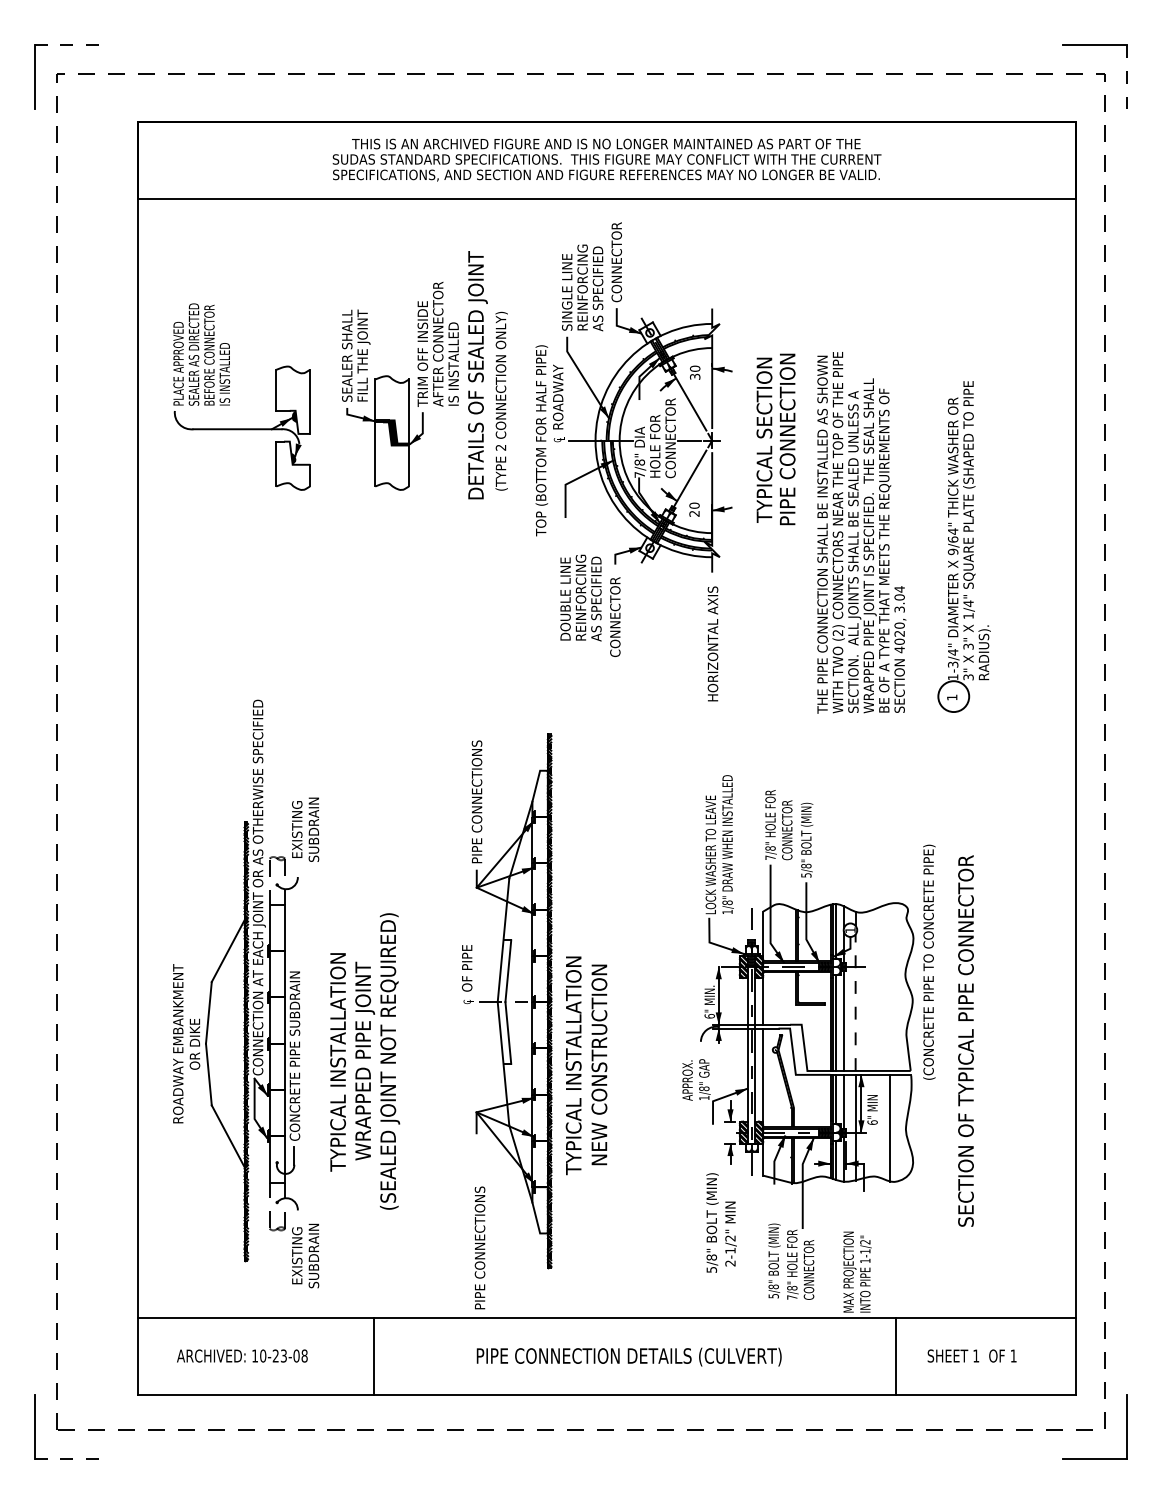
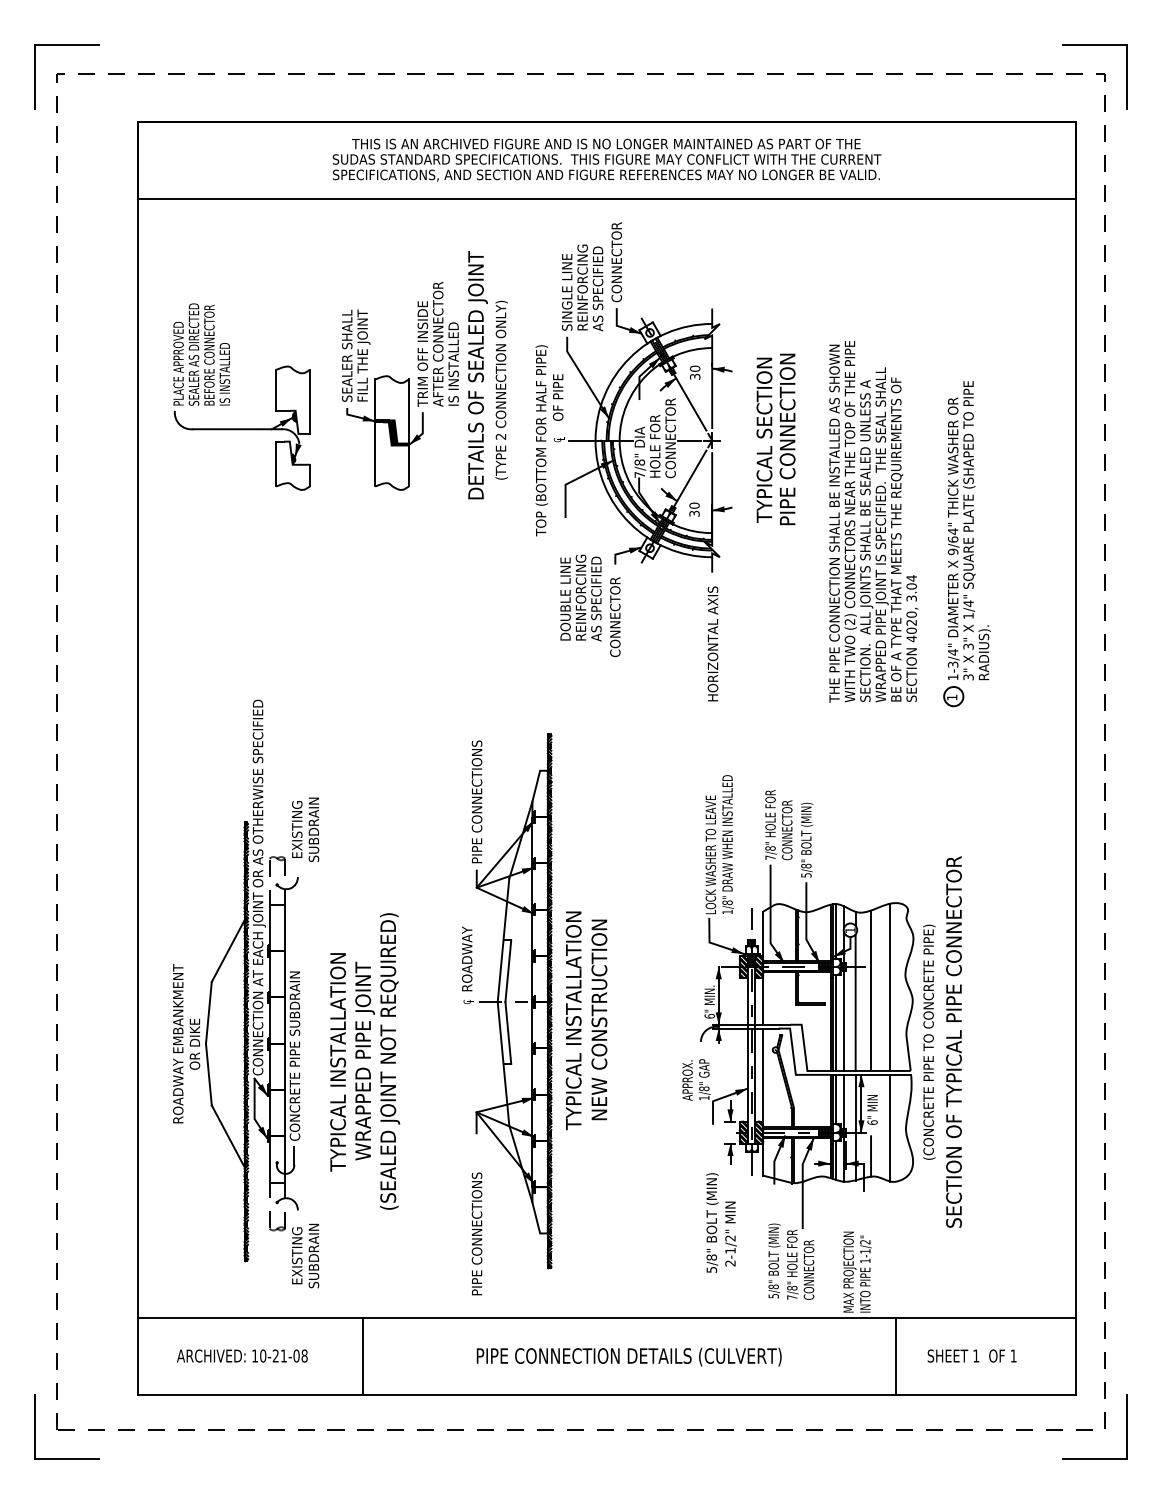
line at (67, 45): dashed -> solid
line at (1127, 77): dashed -> solid
text at (558, 396): ROADWAY -> OF PIPE
text at (501, 400) position: (501, 400) -> (501, 389)
text at (694, 513): 20^ -> 30^
text at (861, 532) position: (861, 532) -> (873, 521)
circle at (953, 696) diameter: 31 px -> 19 px
text at (466, 958): OF PIPE -> ROADWAY
text at (929, 961) position: (929, 961) -> (929, 1041)
line at (890, 986): none -> present
line at (871, 990): none -> present
line at (855, 1002): dashed -> solid
text at (965, 1040) position: (965, 1040) -> (953, 1041)
text at (586, 1065) position: (586, 1065) -> (586, 1020)
line at (871, 1156): none -> present
text at (479, 1247) position: (479, 1247) -> (476, 1233)
text at (283, 1355): 10-23-08 -> 10-21-08
line at (373, 1355) position: (373, 1355) -> (362, 1355)
line at (67, 1458): dashed -> solid
